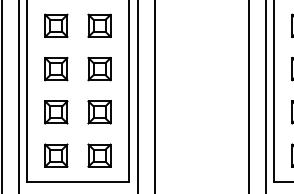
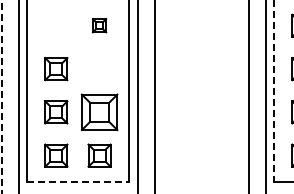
part at (56, 25): present -> none
part at (99, 25) size: 25x25 px -> 17x16 px
part at (99, 69): present -> none
line at (273, 91): solid -> dashed
line at (1, 97): solid -> dashed
part at (99, 112) size: 25x25 px -> 39x39 px
line at (78, 182): solid -> dashed
